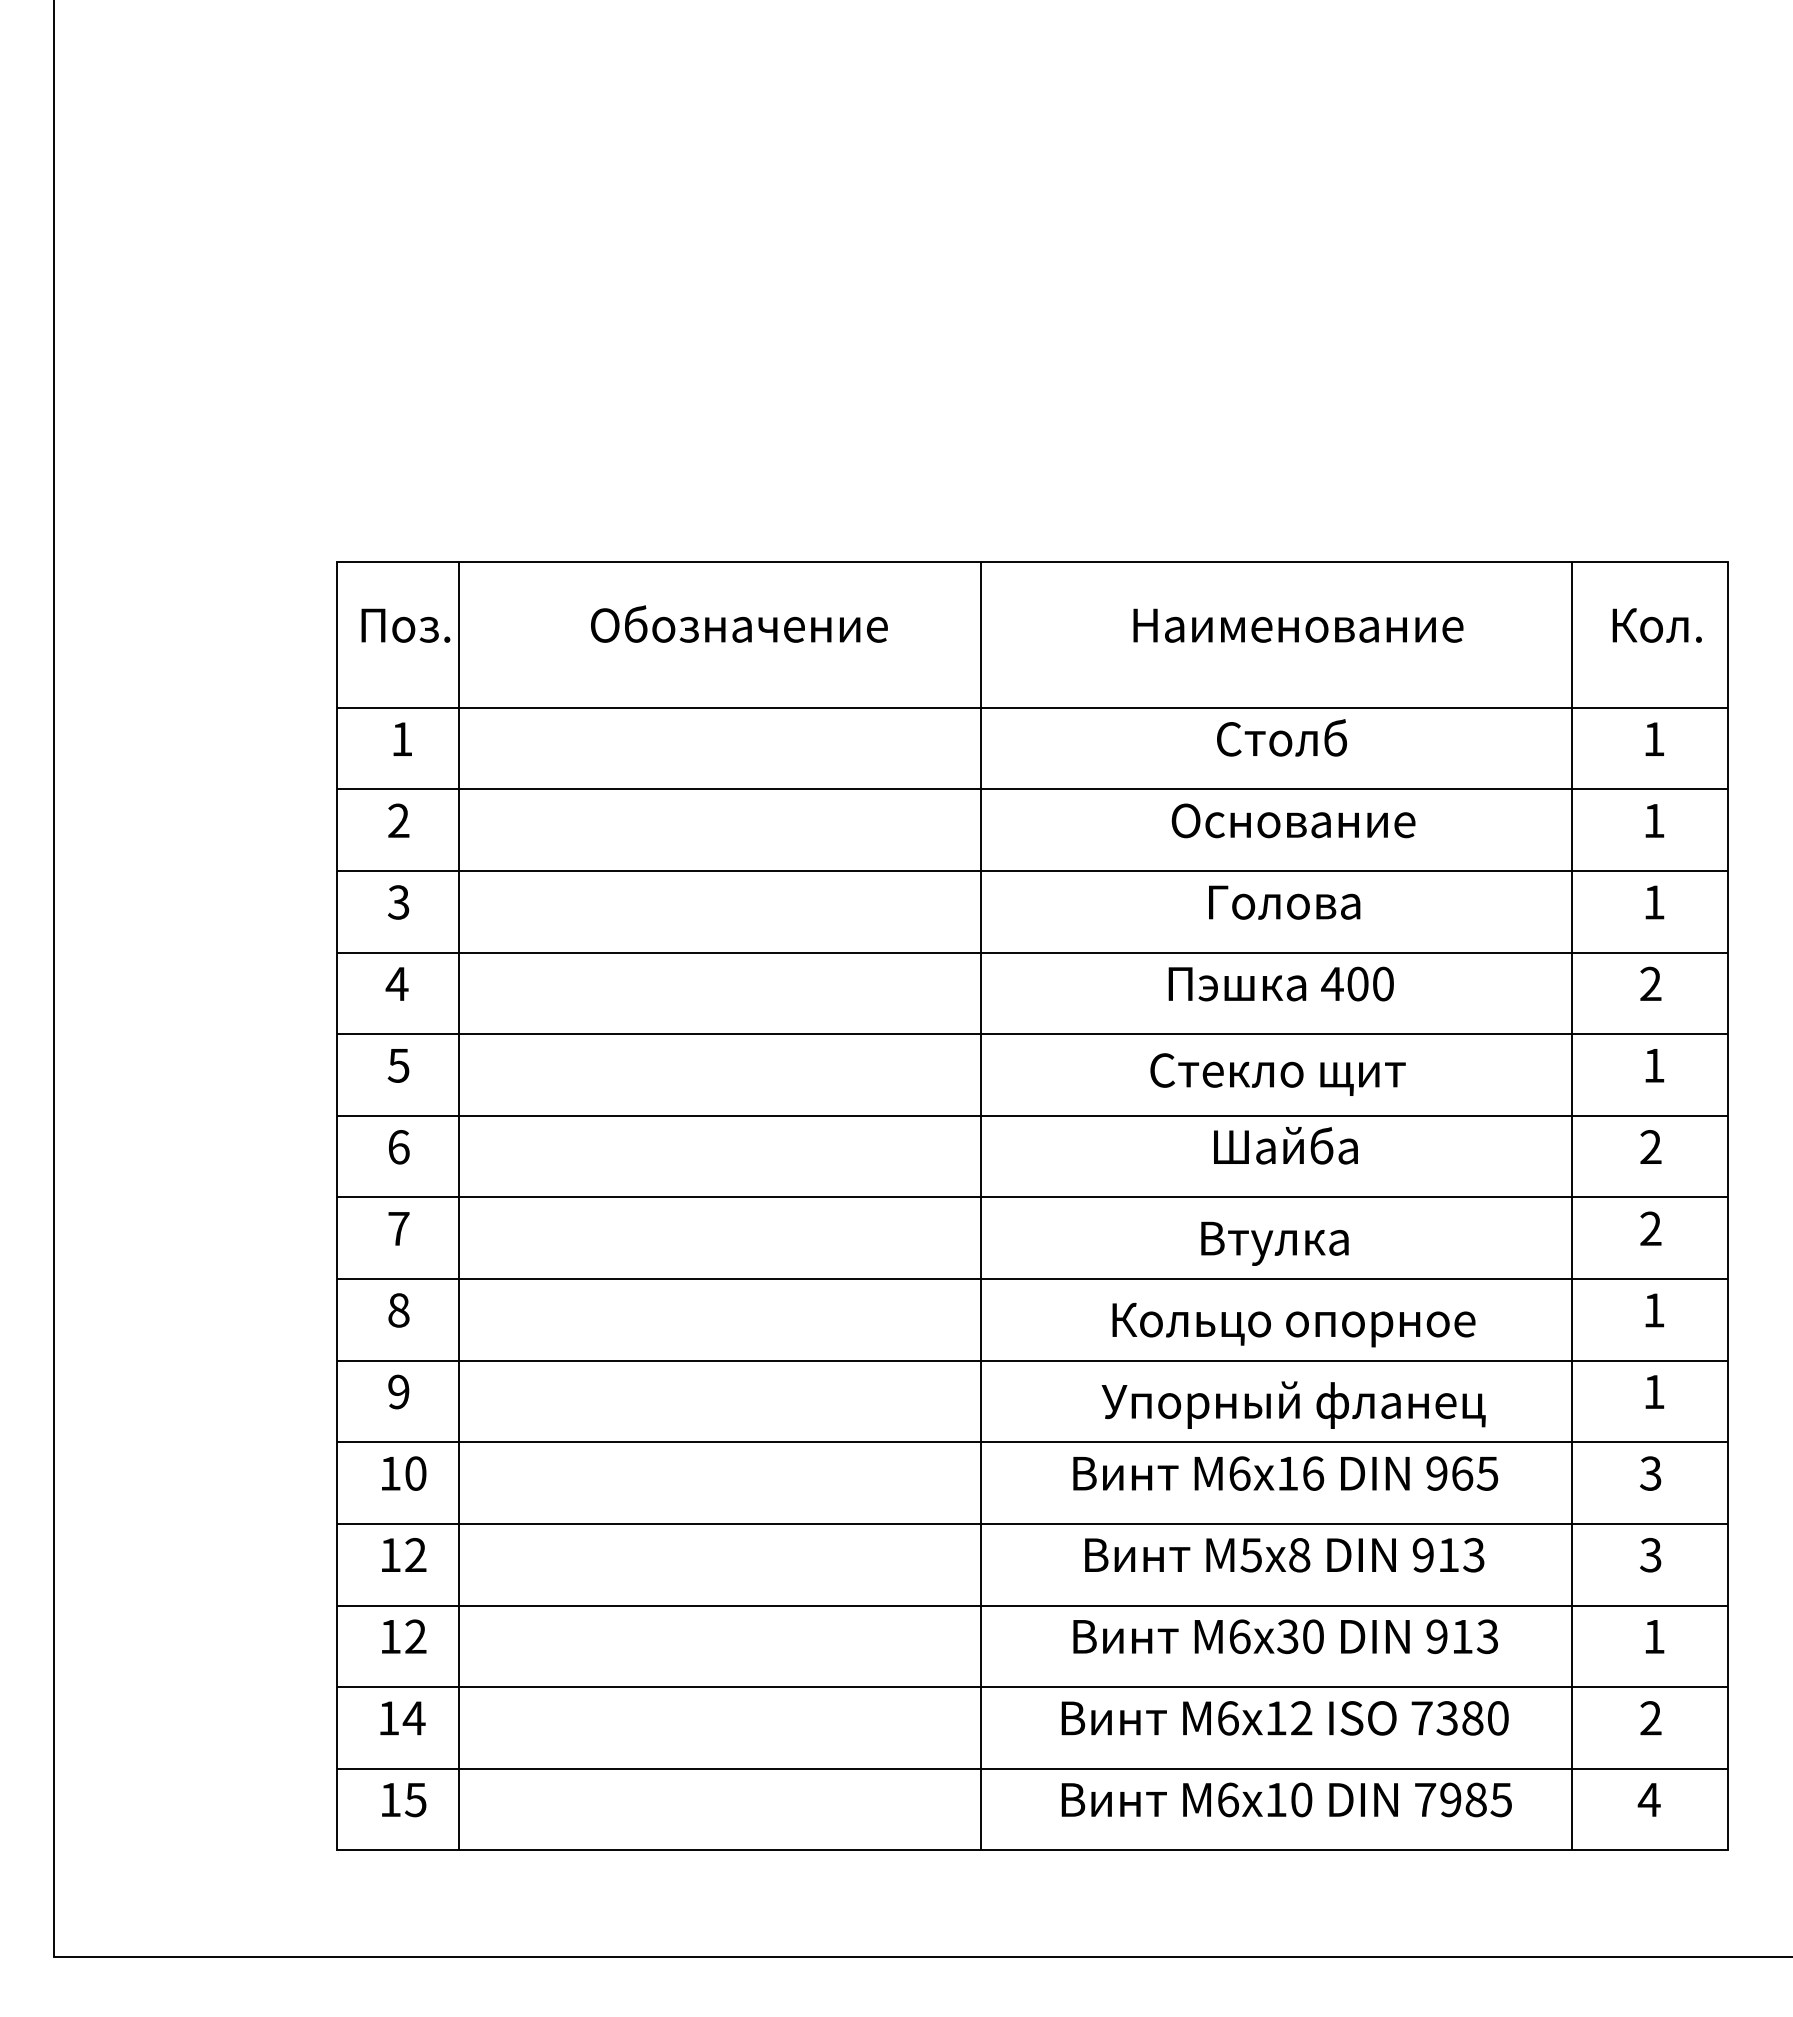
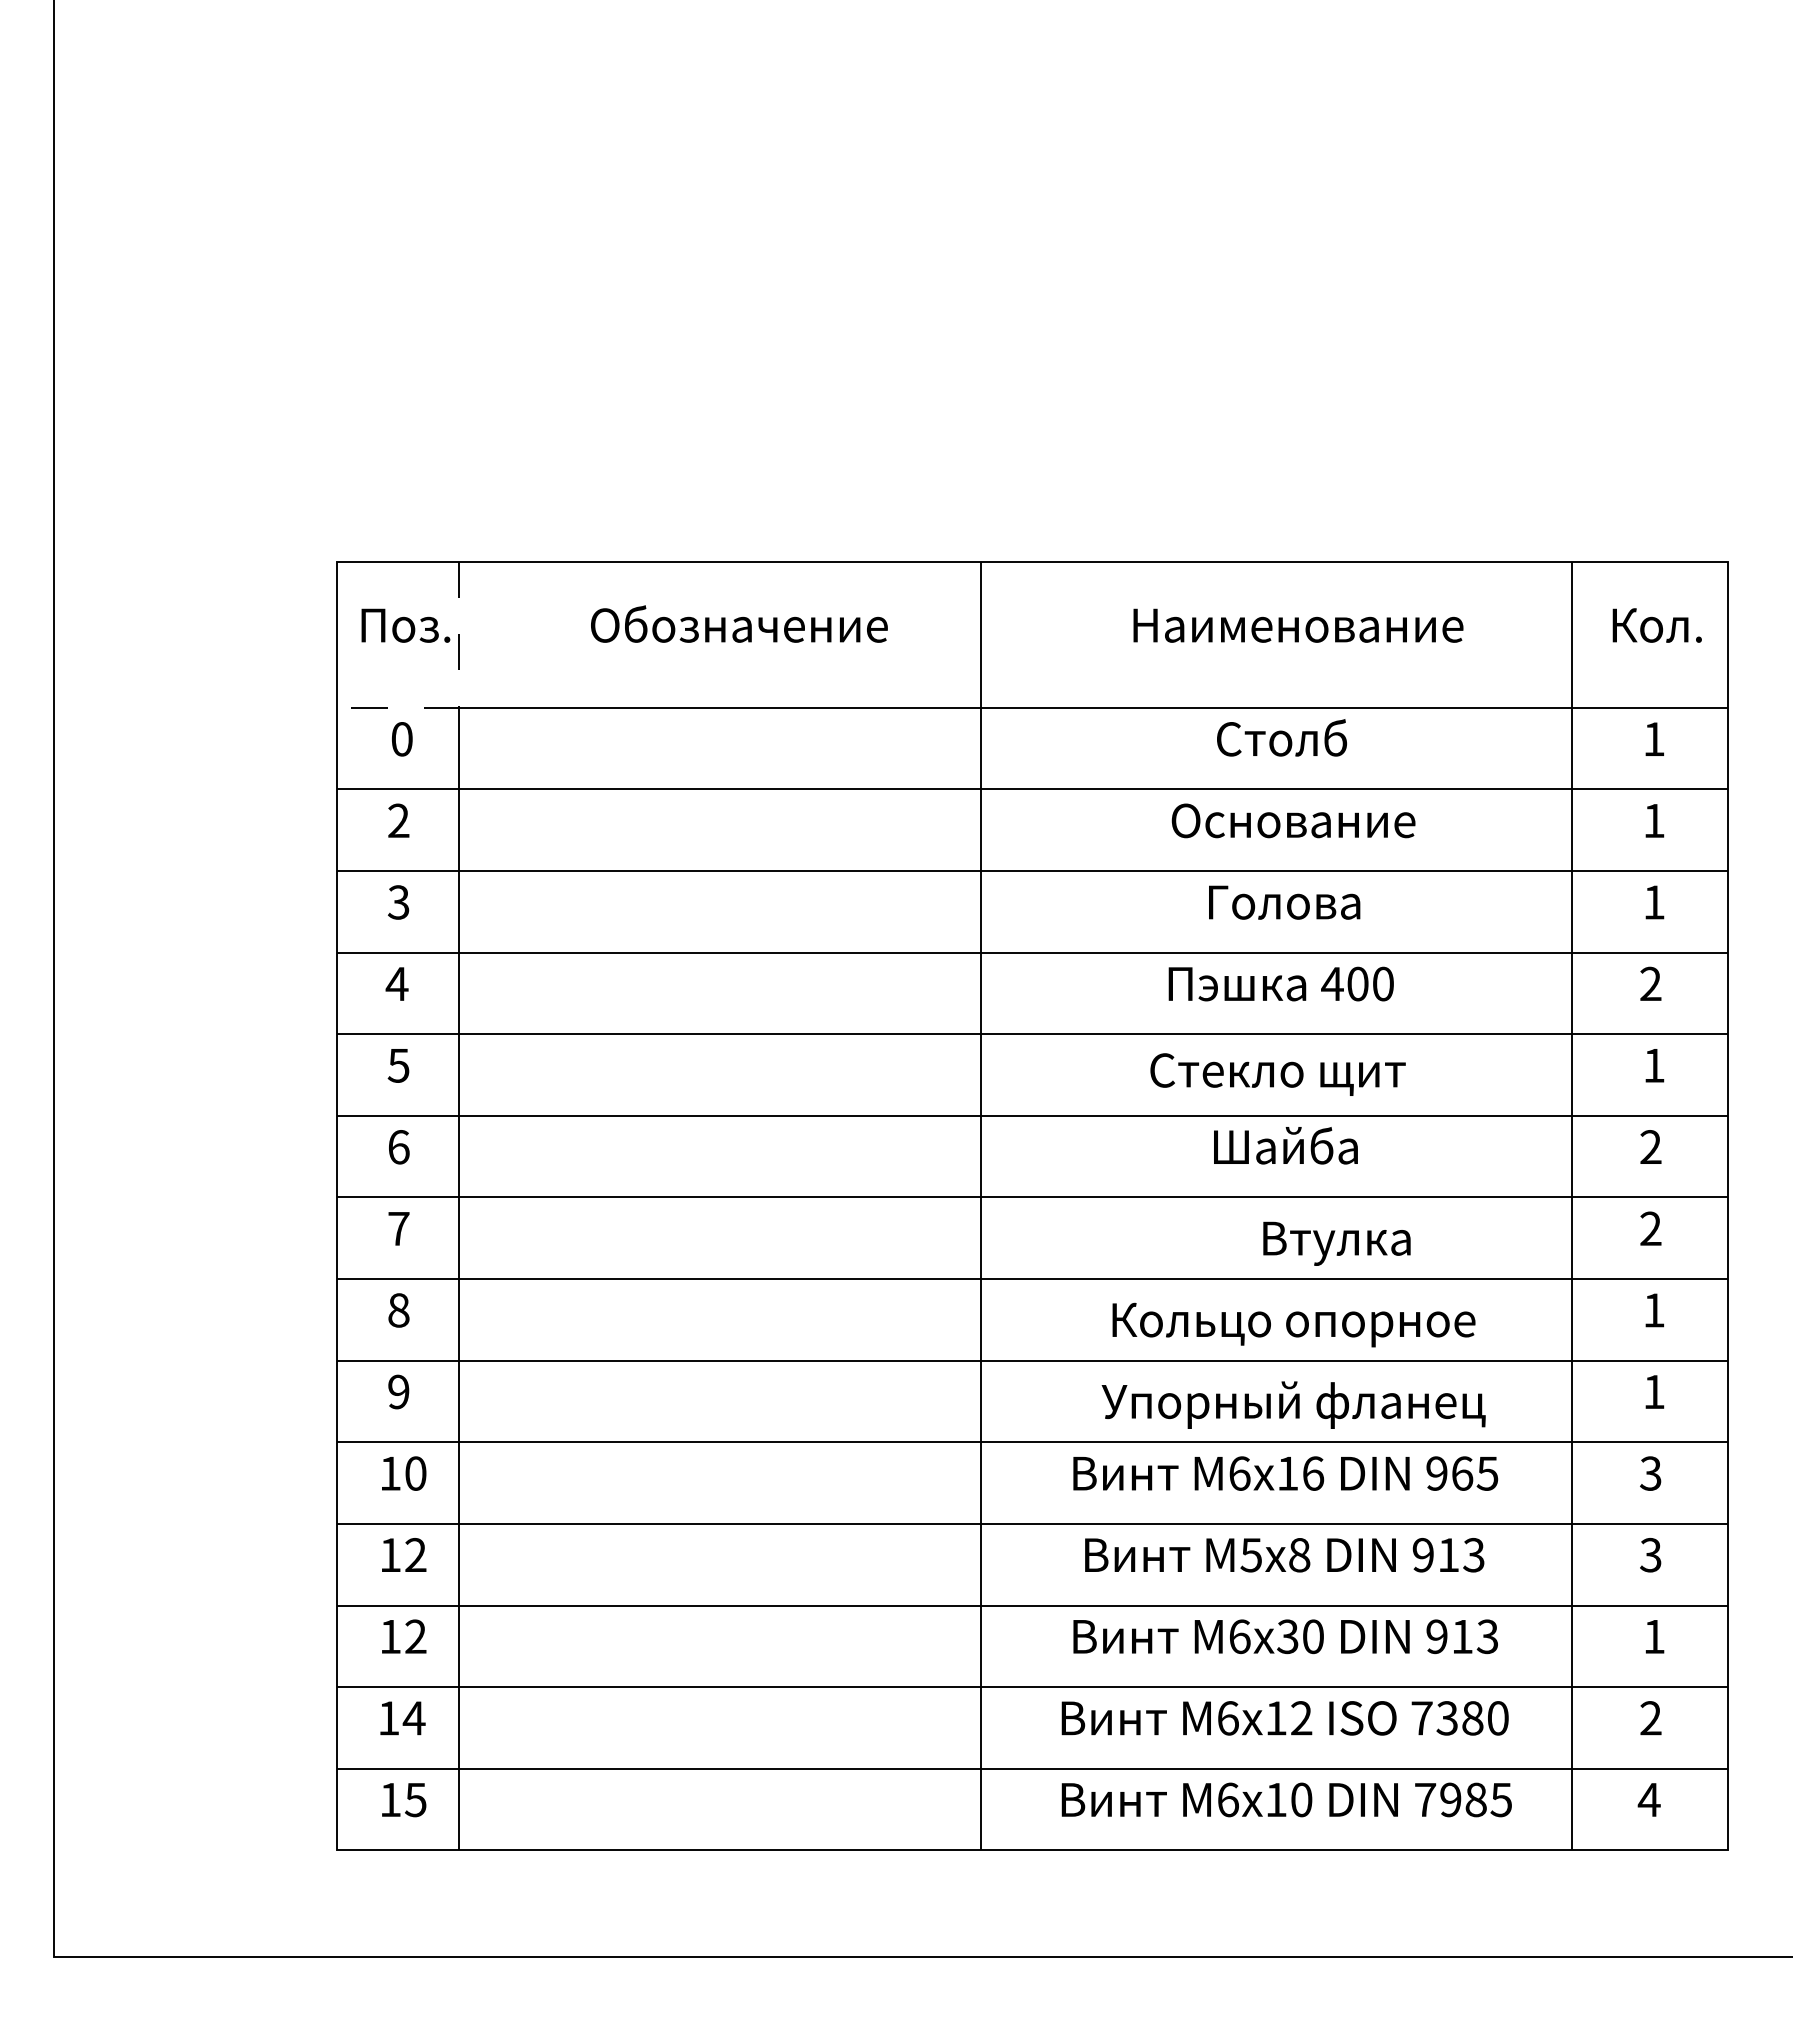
line at (458, 696): solid -> dashed
text at (401, 739): 1 -> 0
text at (1274, 1243) position: (1274, 1243) -> (1336, 1243)
